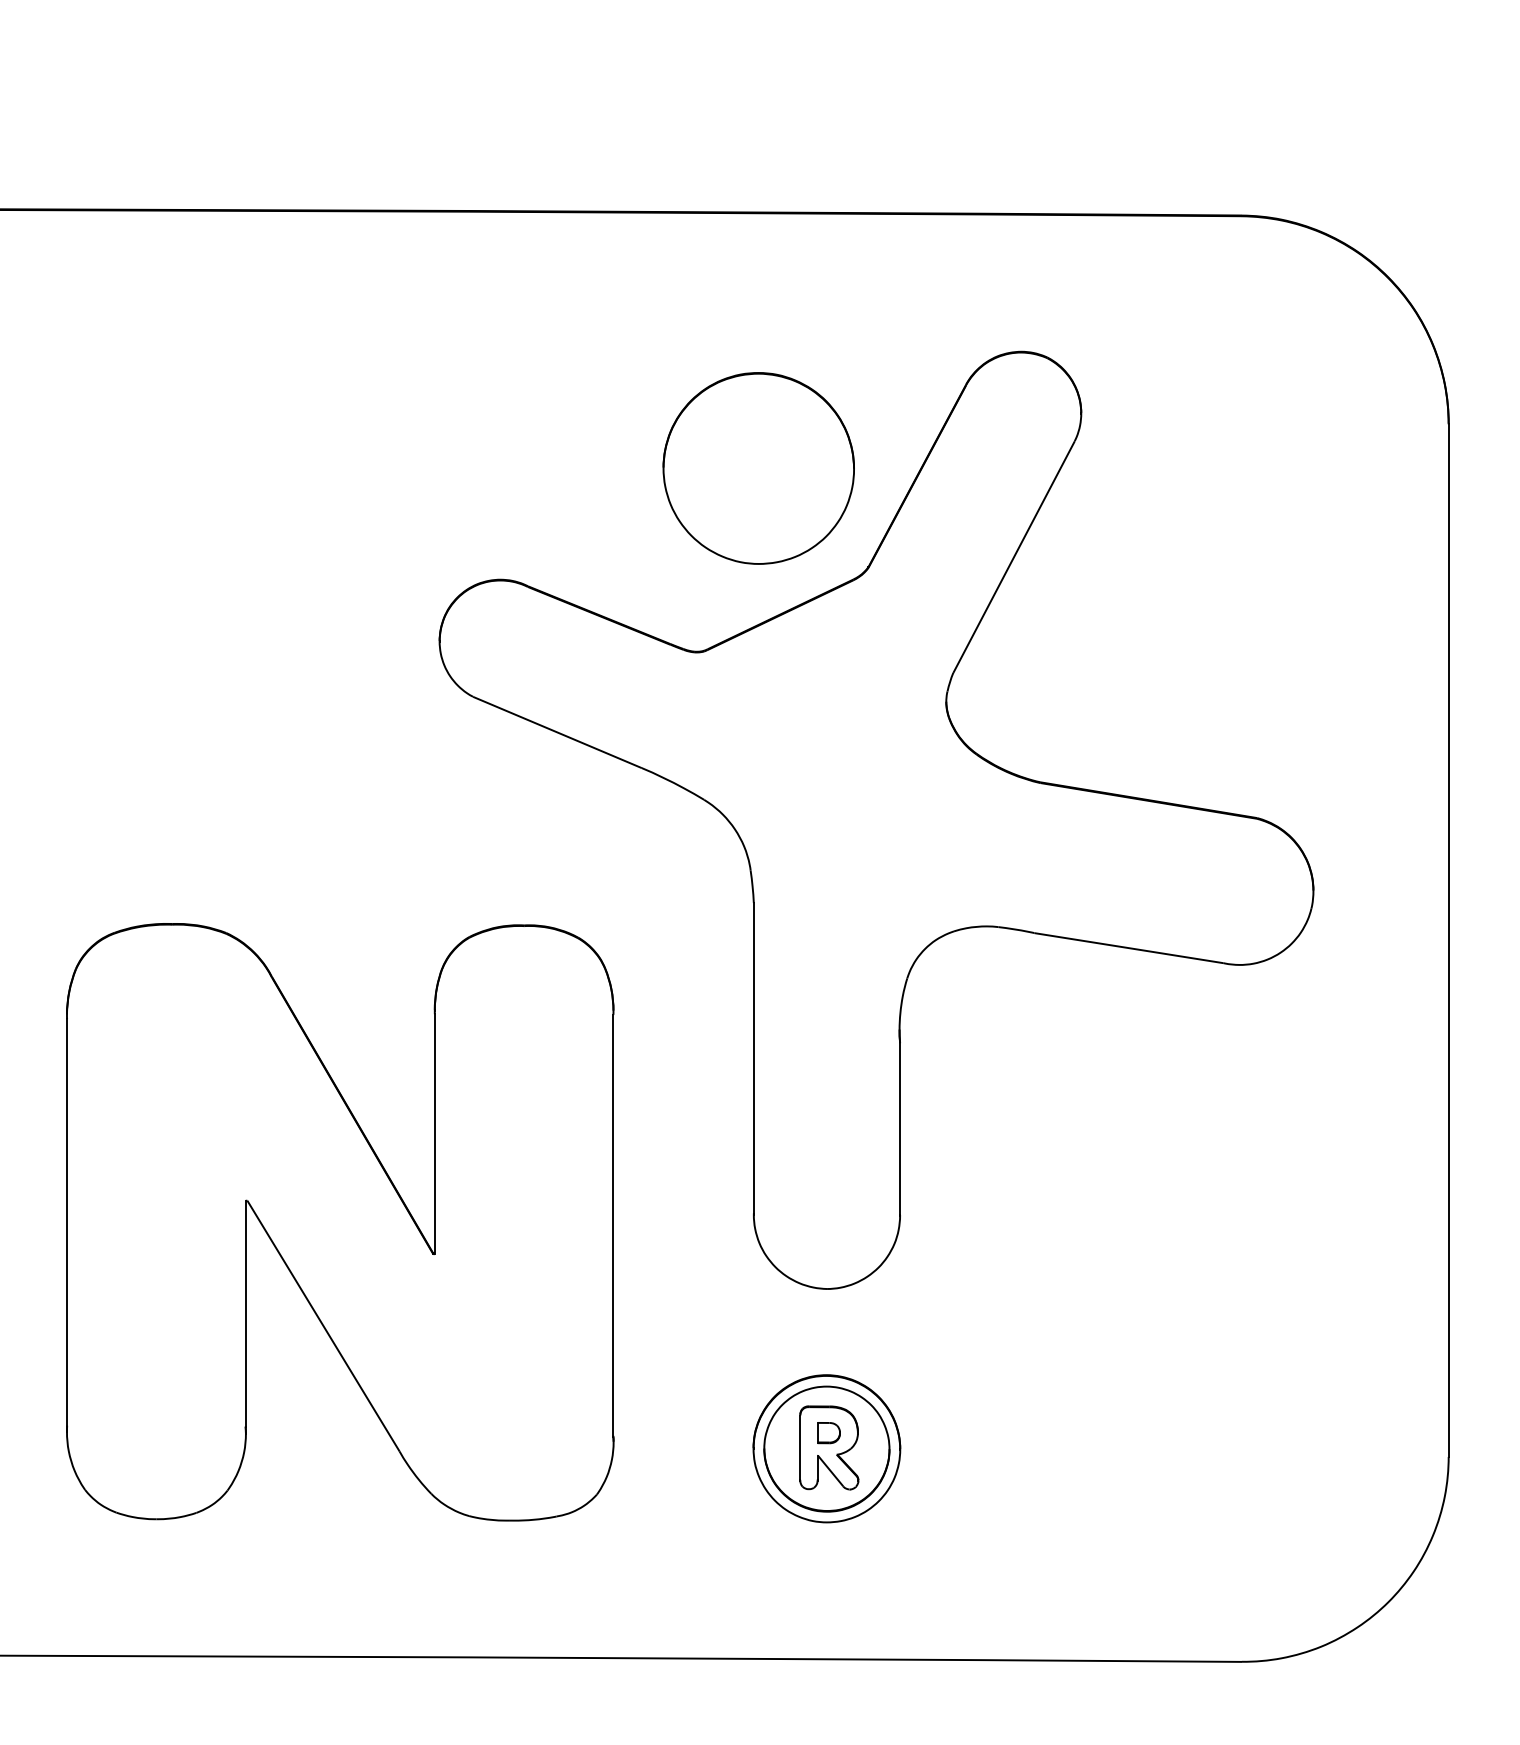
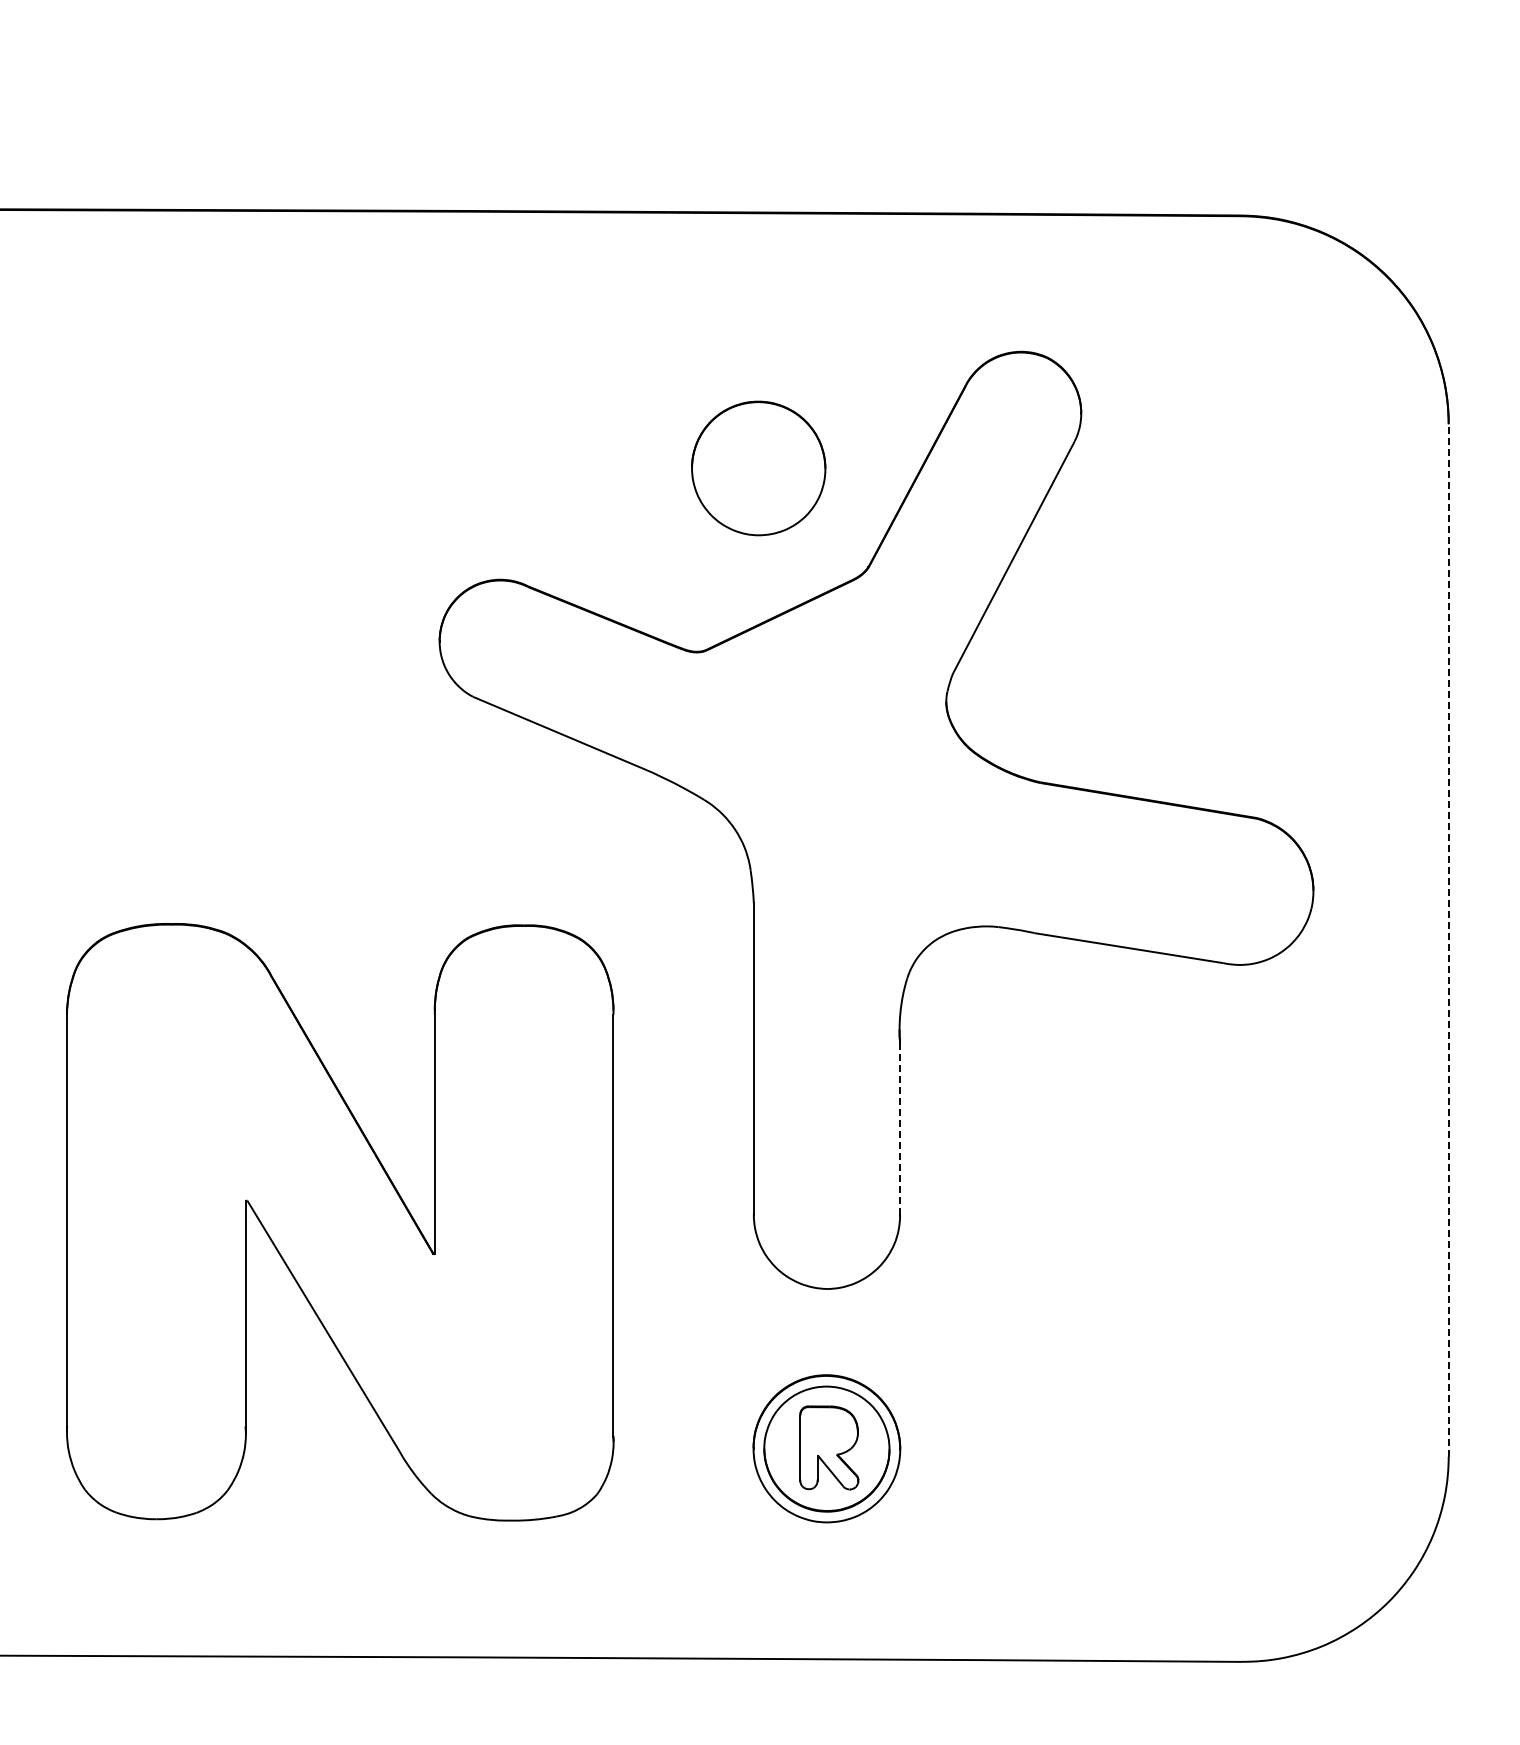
part at (758, 468) size: 193x193 px -> 136x137 px
line at (1448, 940): solid -> dashed
line at (900, 1129): solid -> dashed
part at (828, 1433): present -> none
